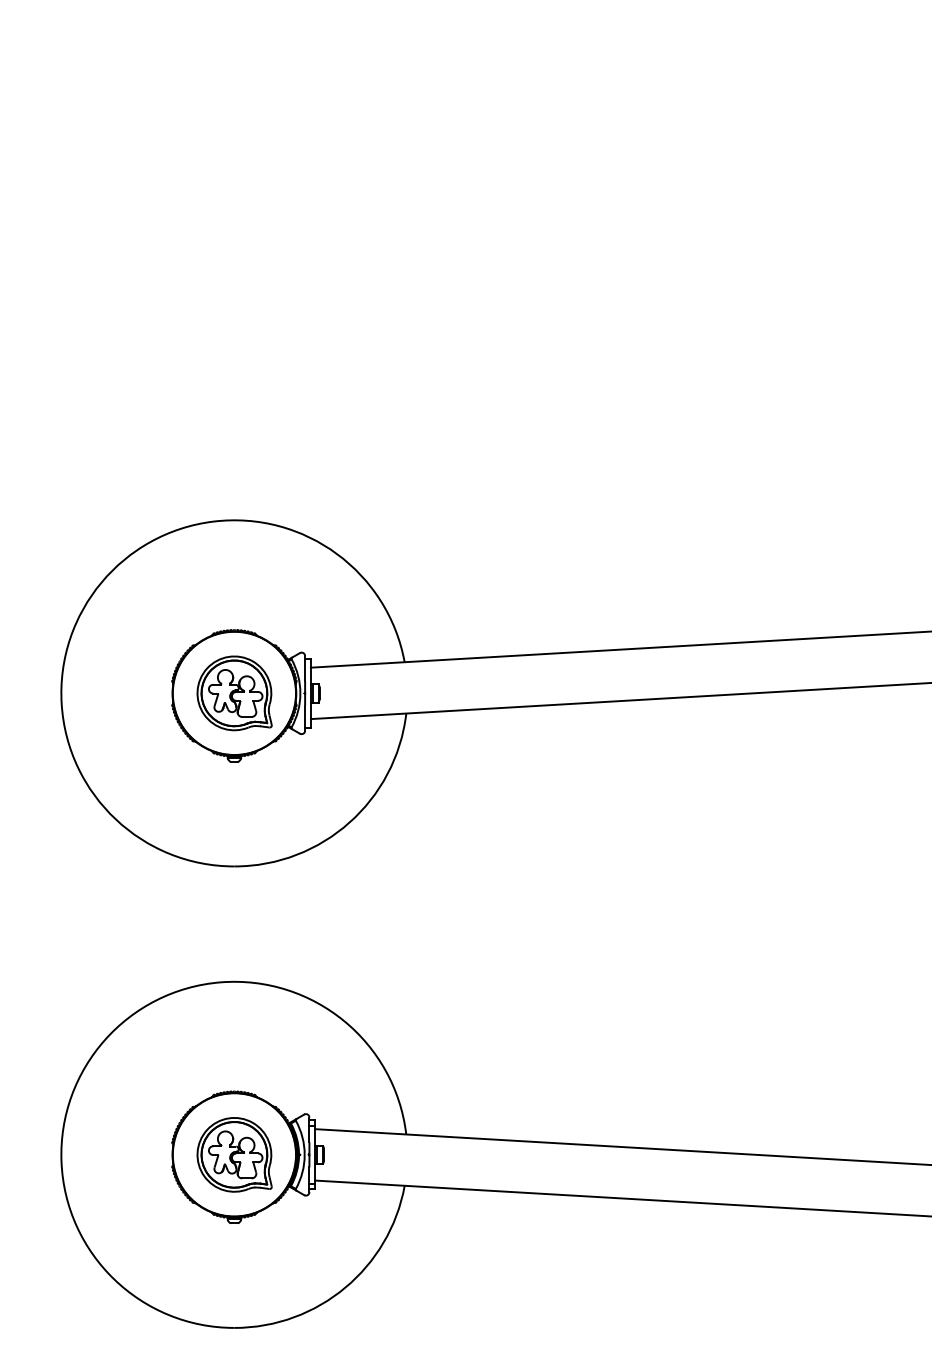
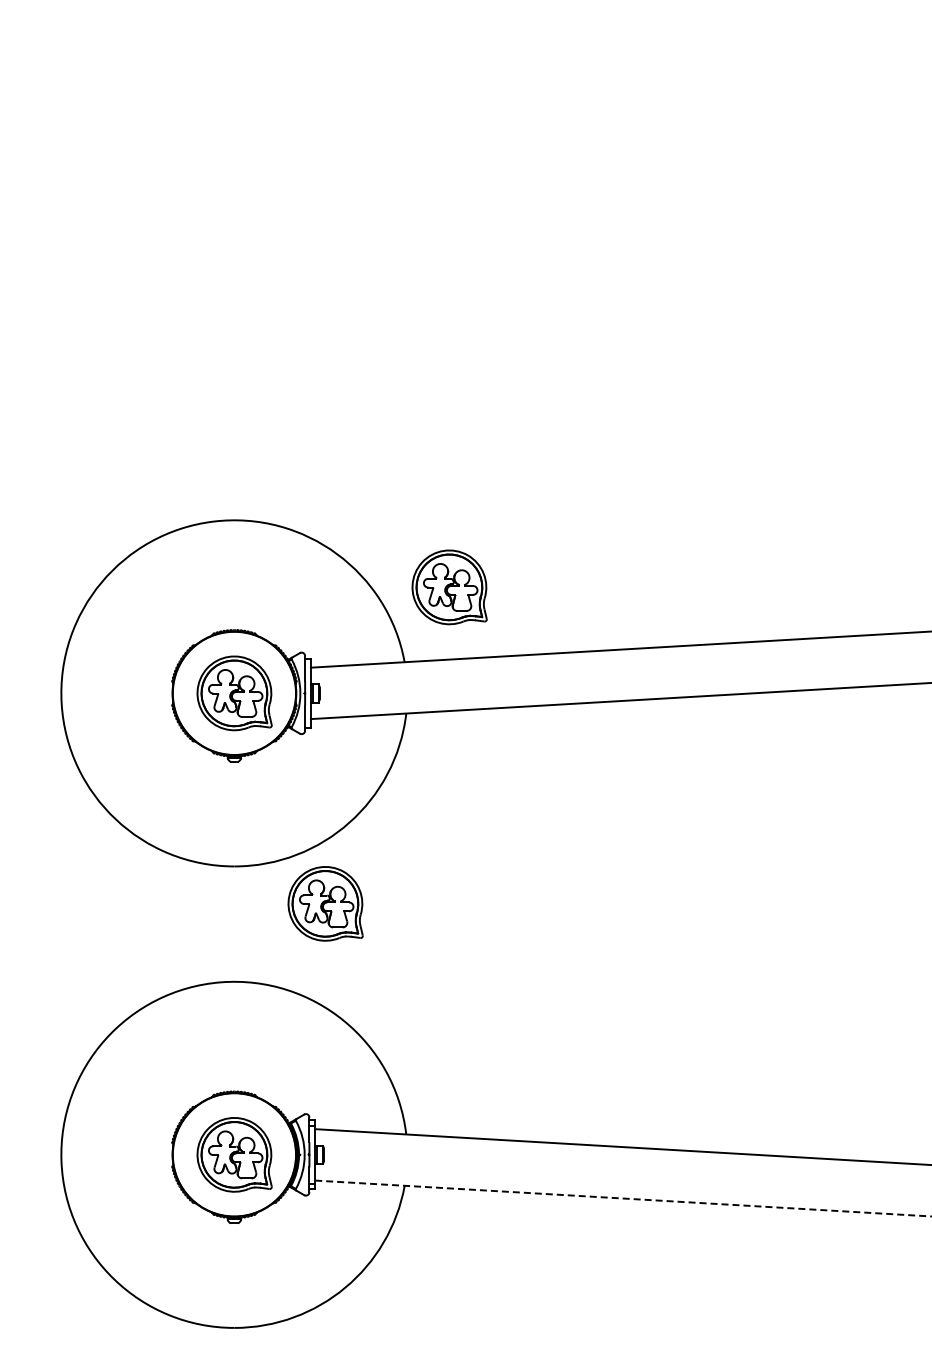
part at (449, 587): none -> present
part at (325, 903): none -> present
line at (623, 1198): solid -> dashed
